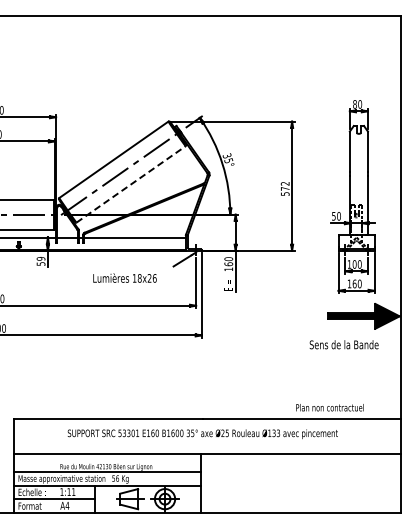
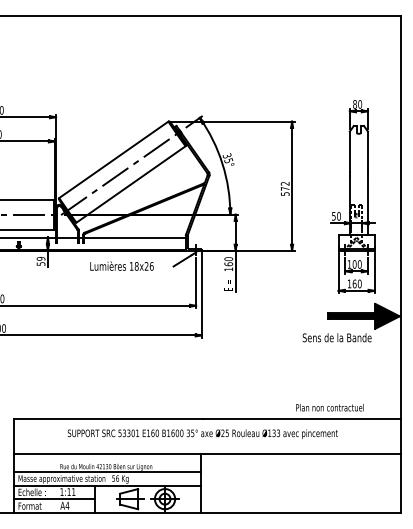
line at (131, 184): dashed -> solid
text at (124, 277) position: (124, 277) -> (121, 265)
text at (343, 344) position: (343, 344) -> (336, 337)
